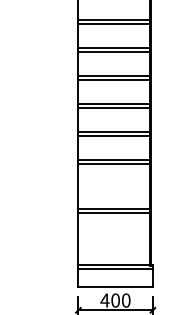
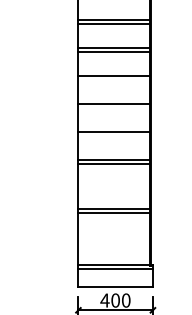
line at (113, 79): present -> none
line at (113, 107): present -> none
line at (113, 135): present -> none
